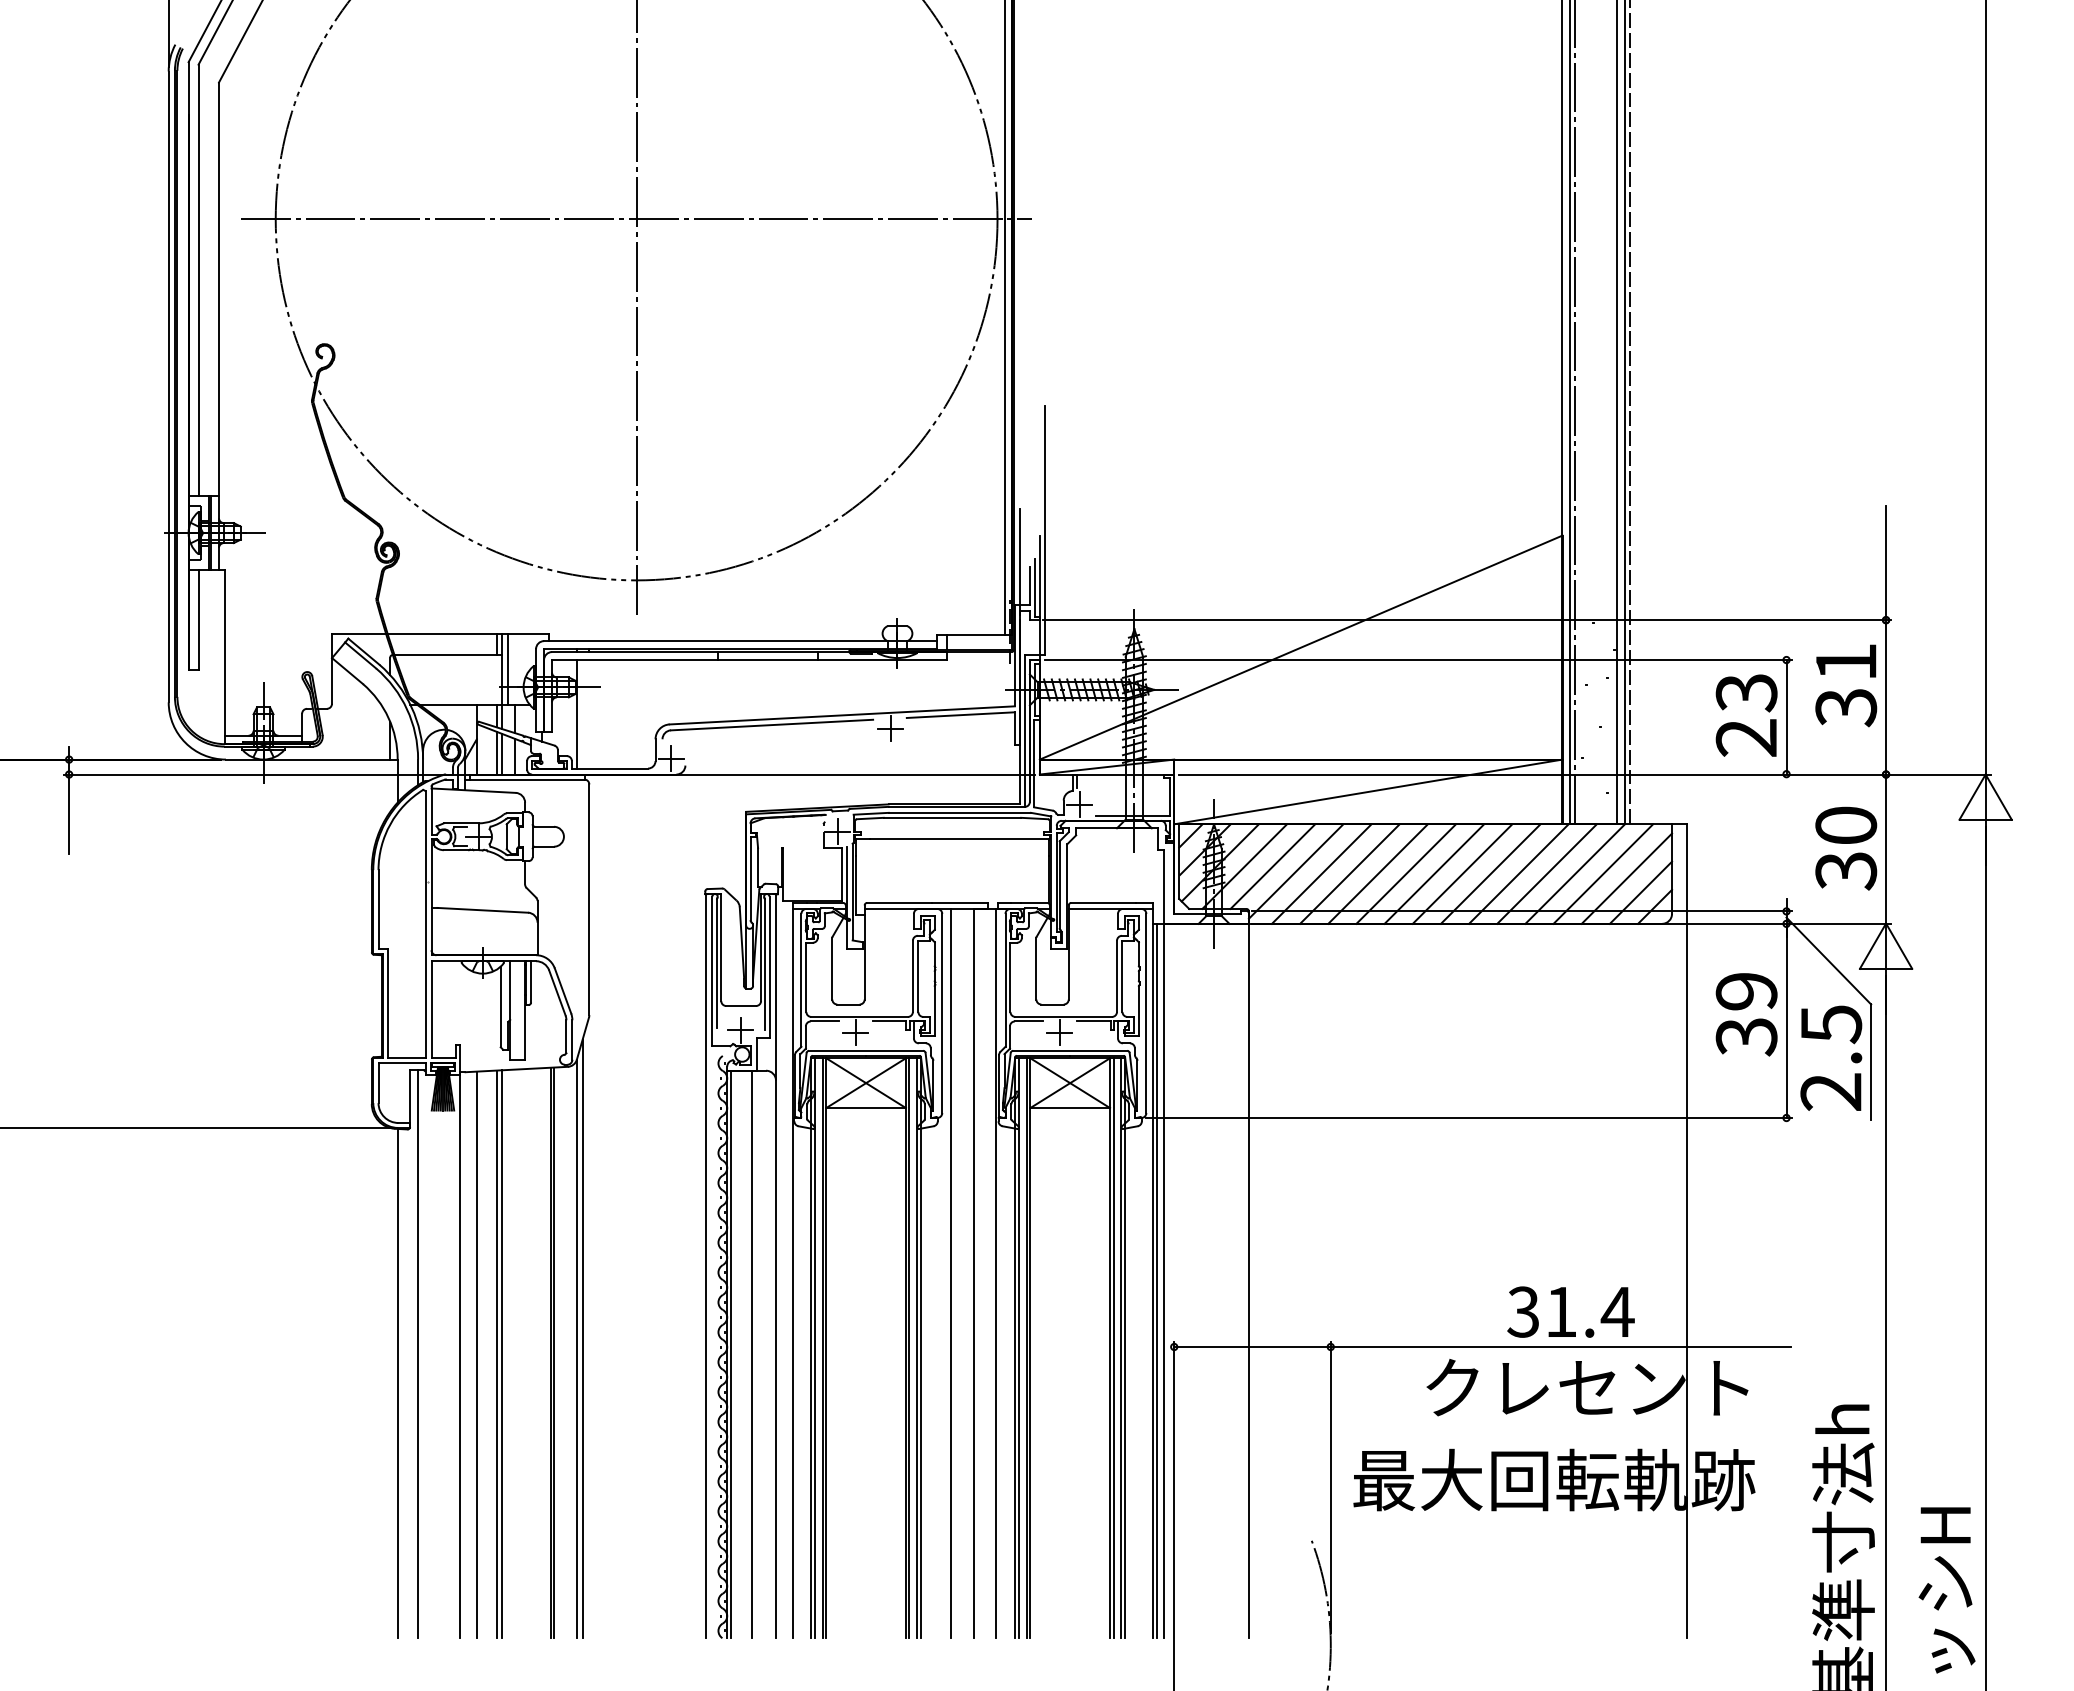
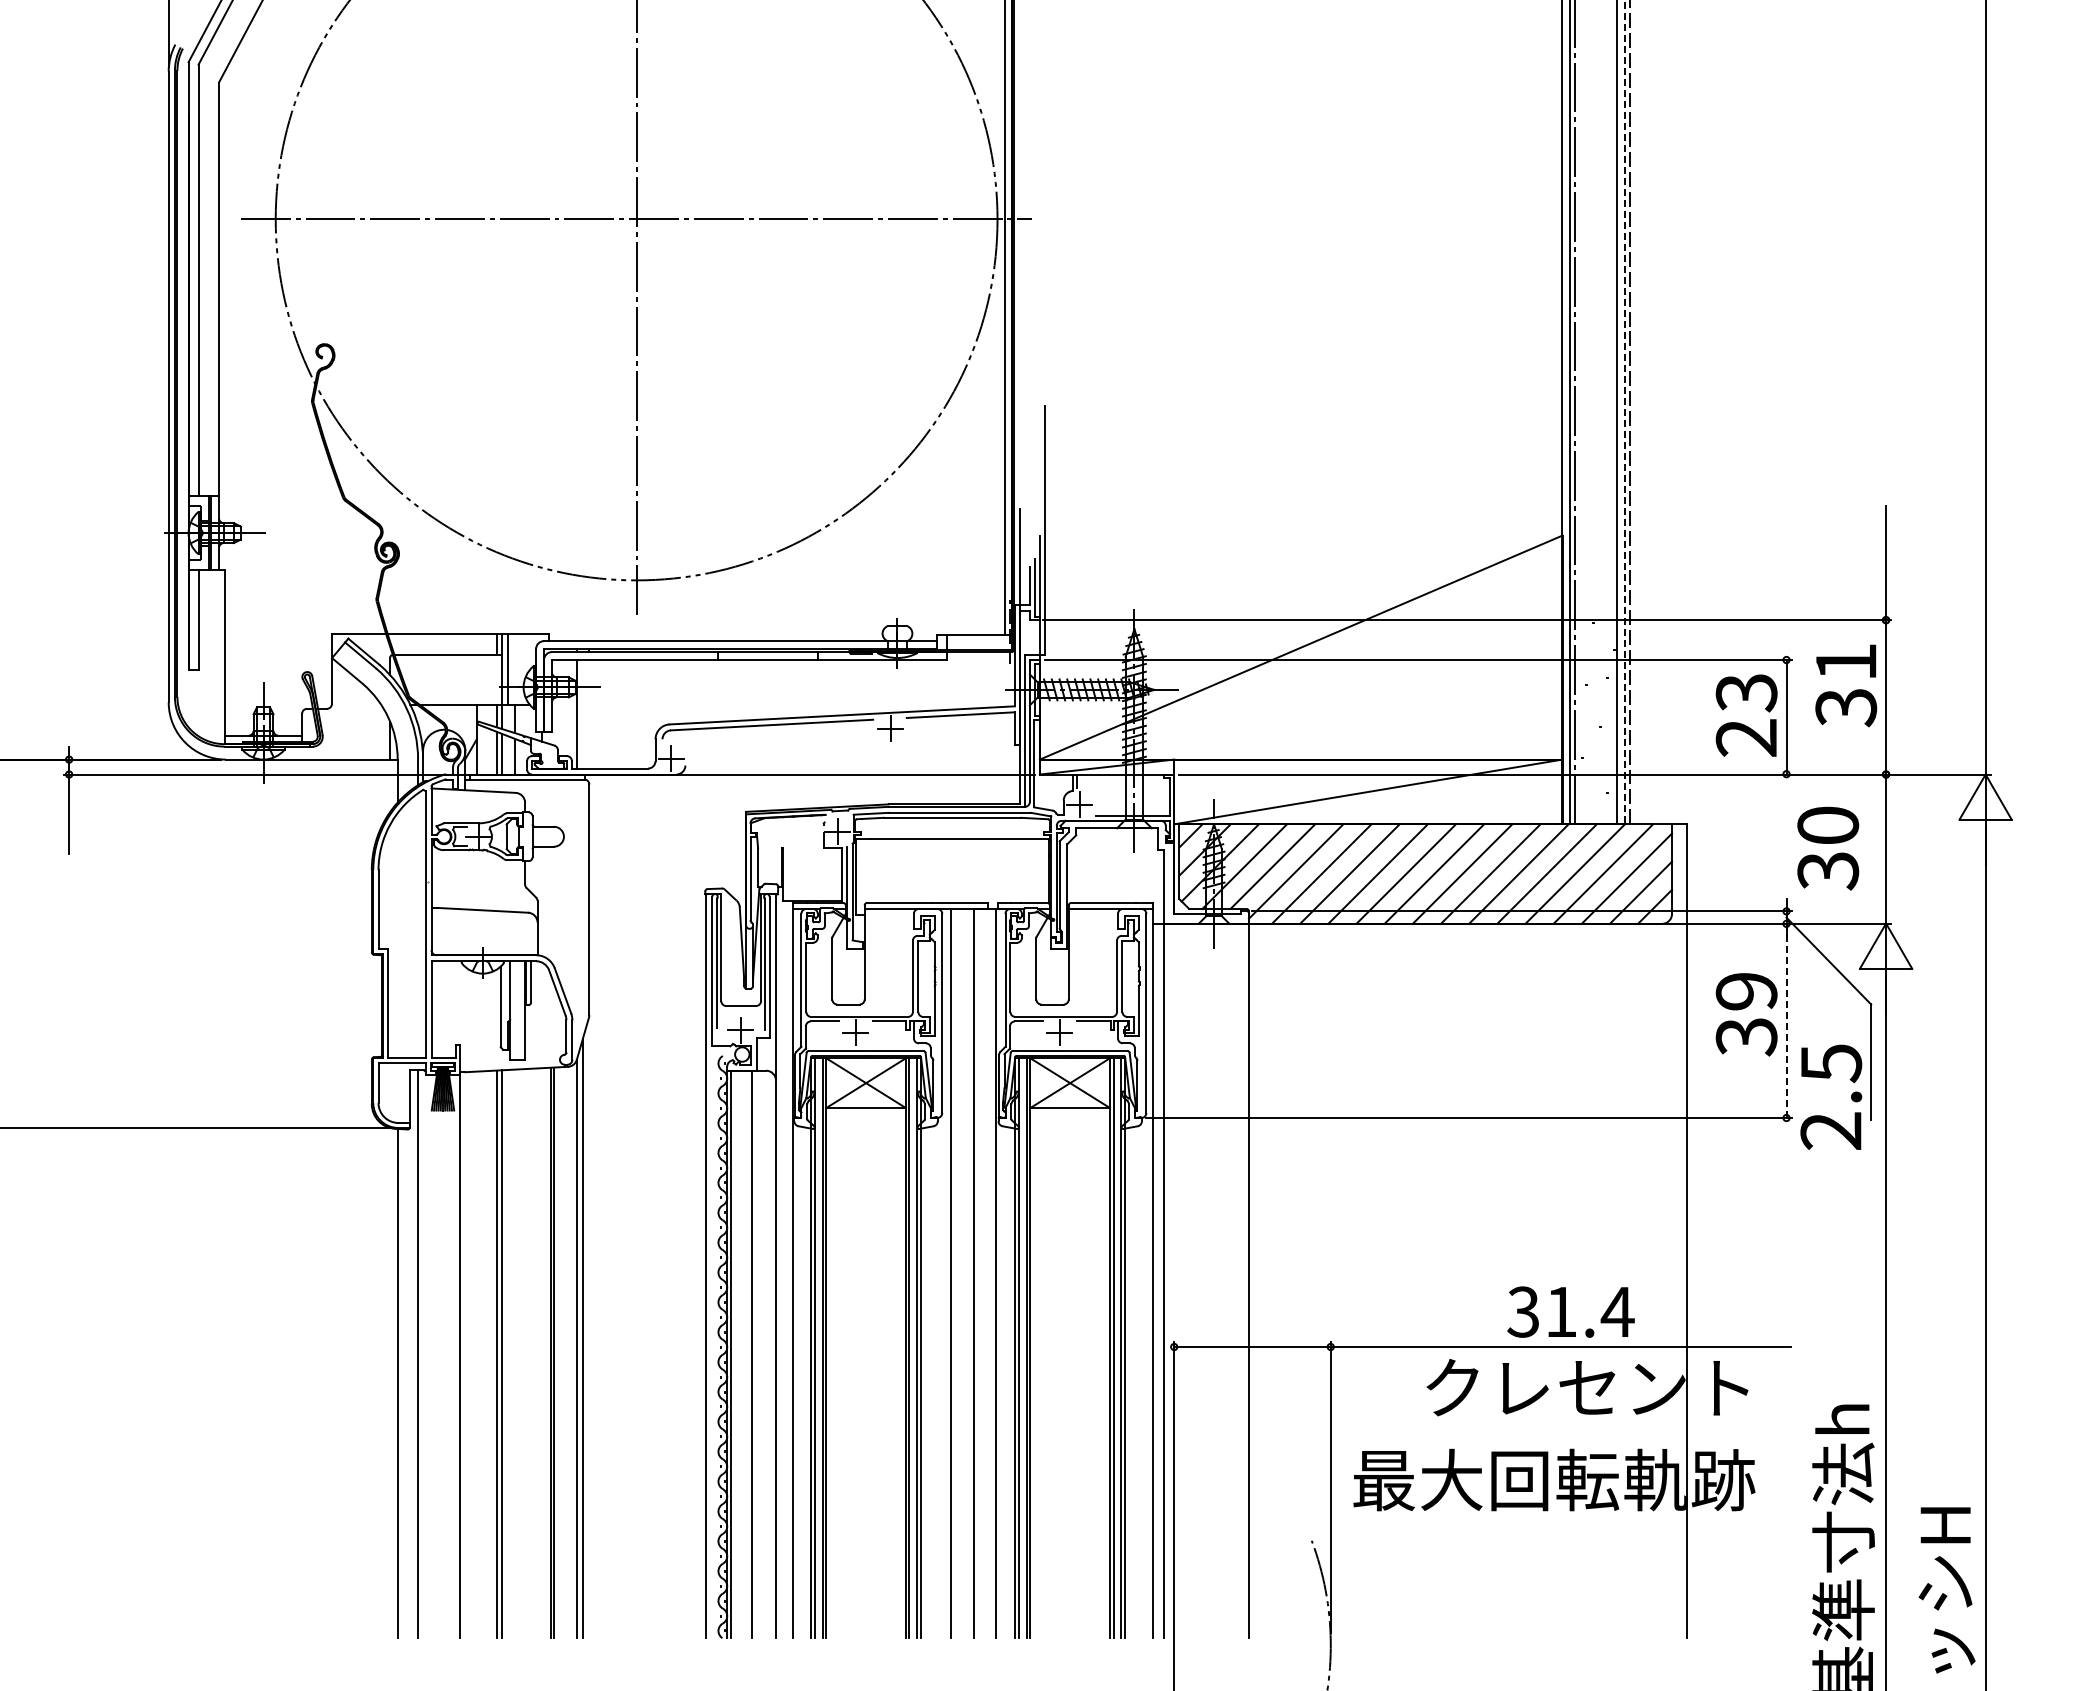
line at (1624, 412): solid -> dashed
text at (1846, 848) position: (1846, 848) -> (1828, 848)
line at (1786, 1020): solid -> dashed
text at (1831, 1057) position: (1831, 1057) -> (1831, 1096)
line at (1157, 1280): present -> none
line at (476, 1354): present -> none
